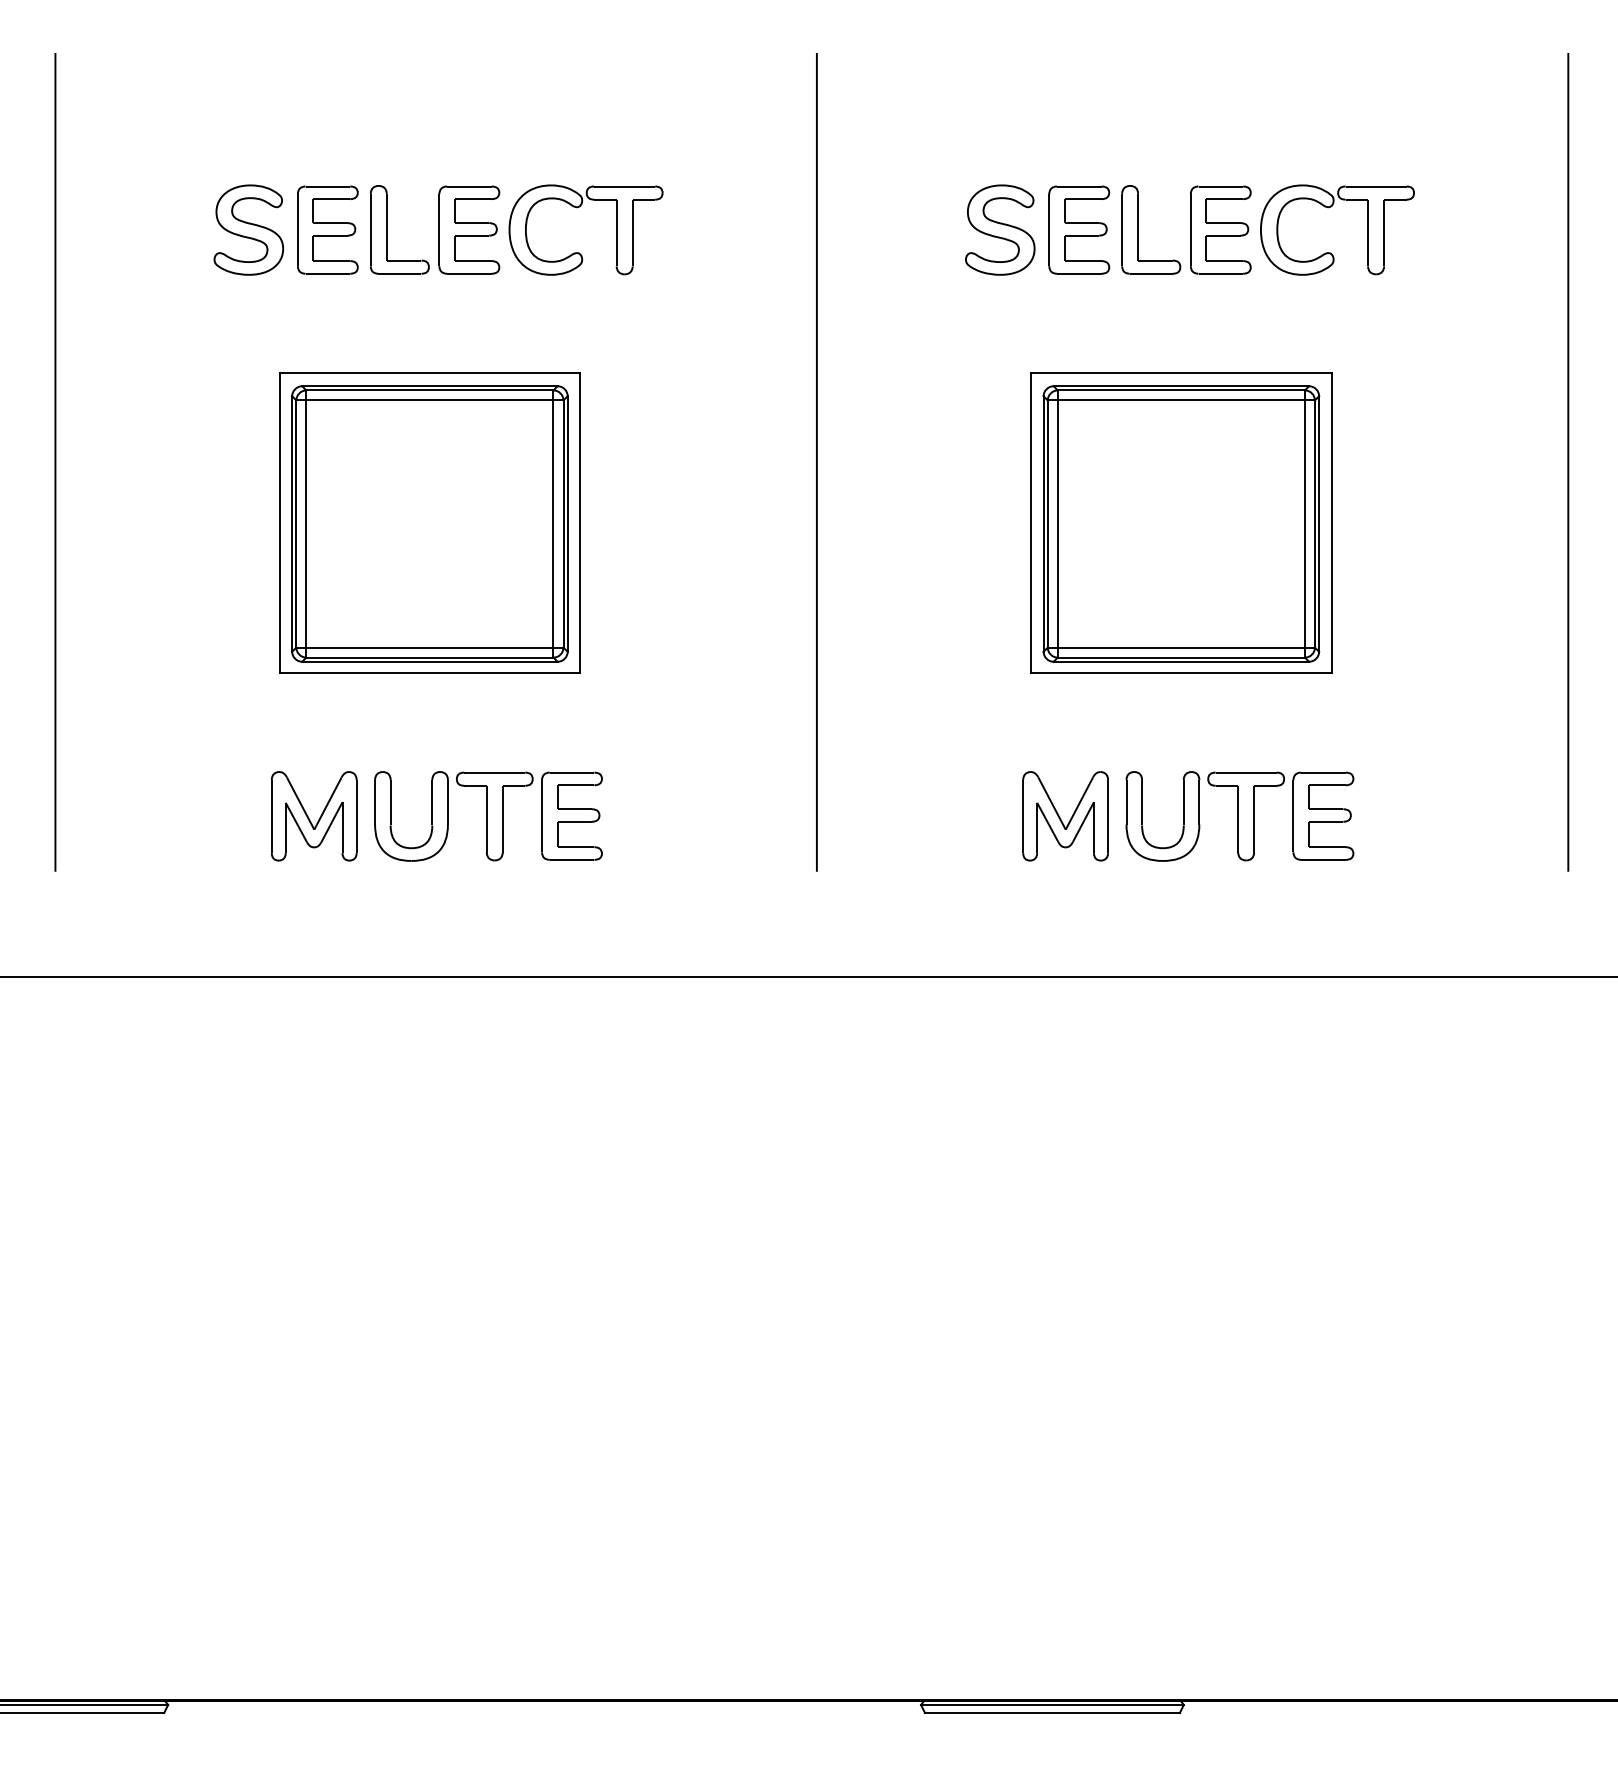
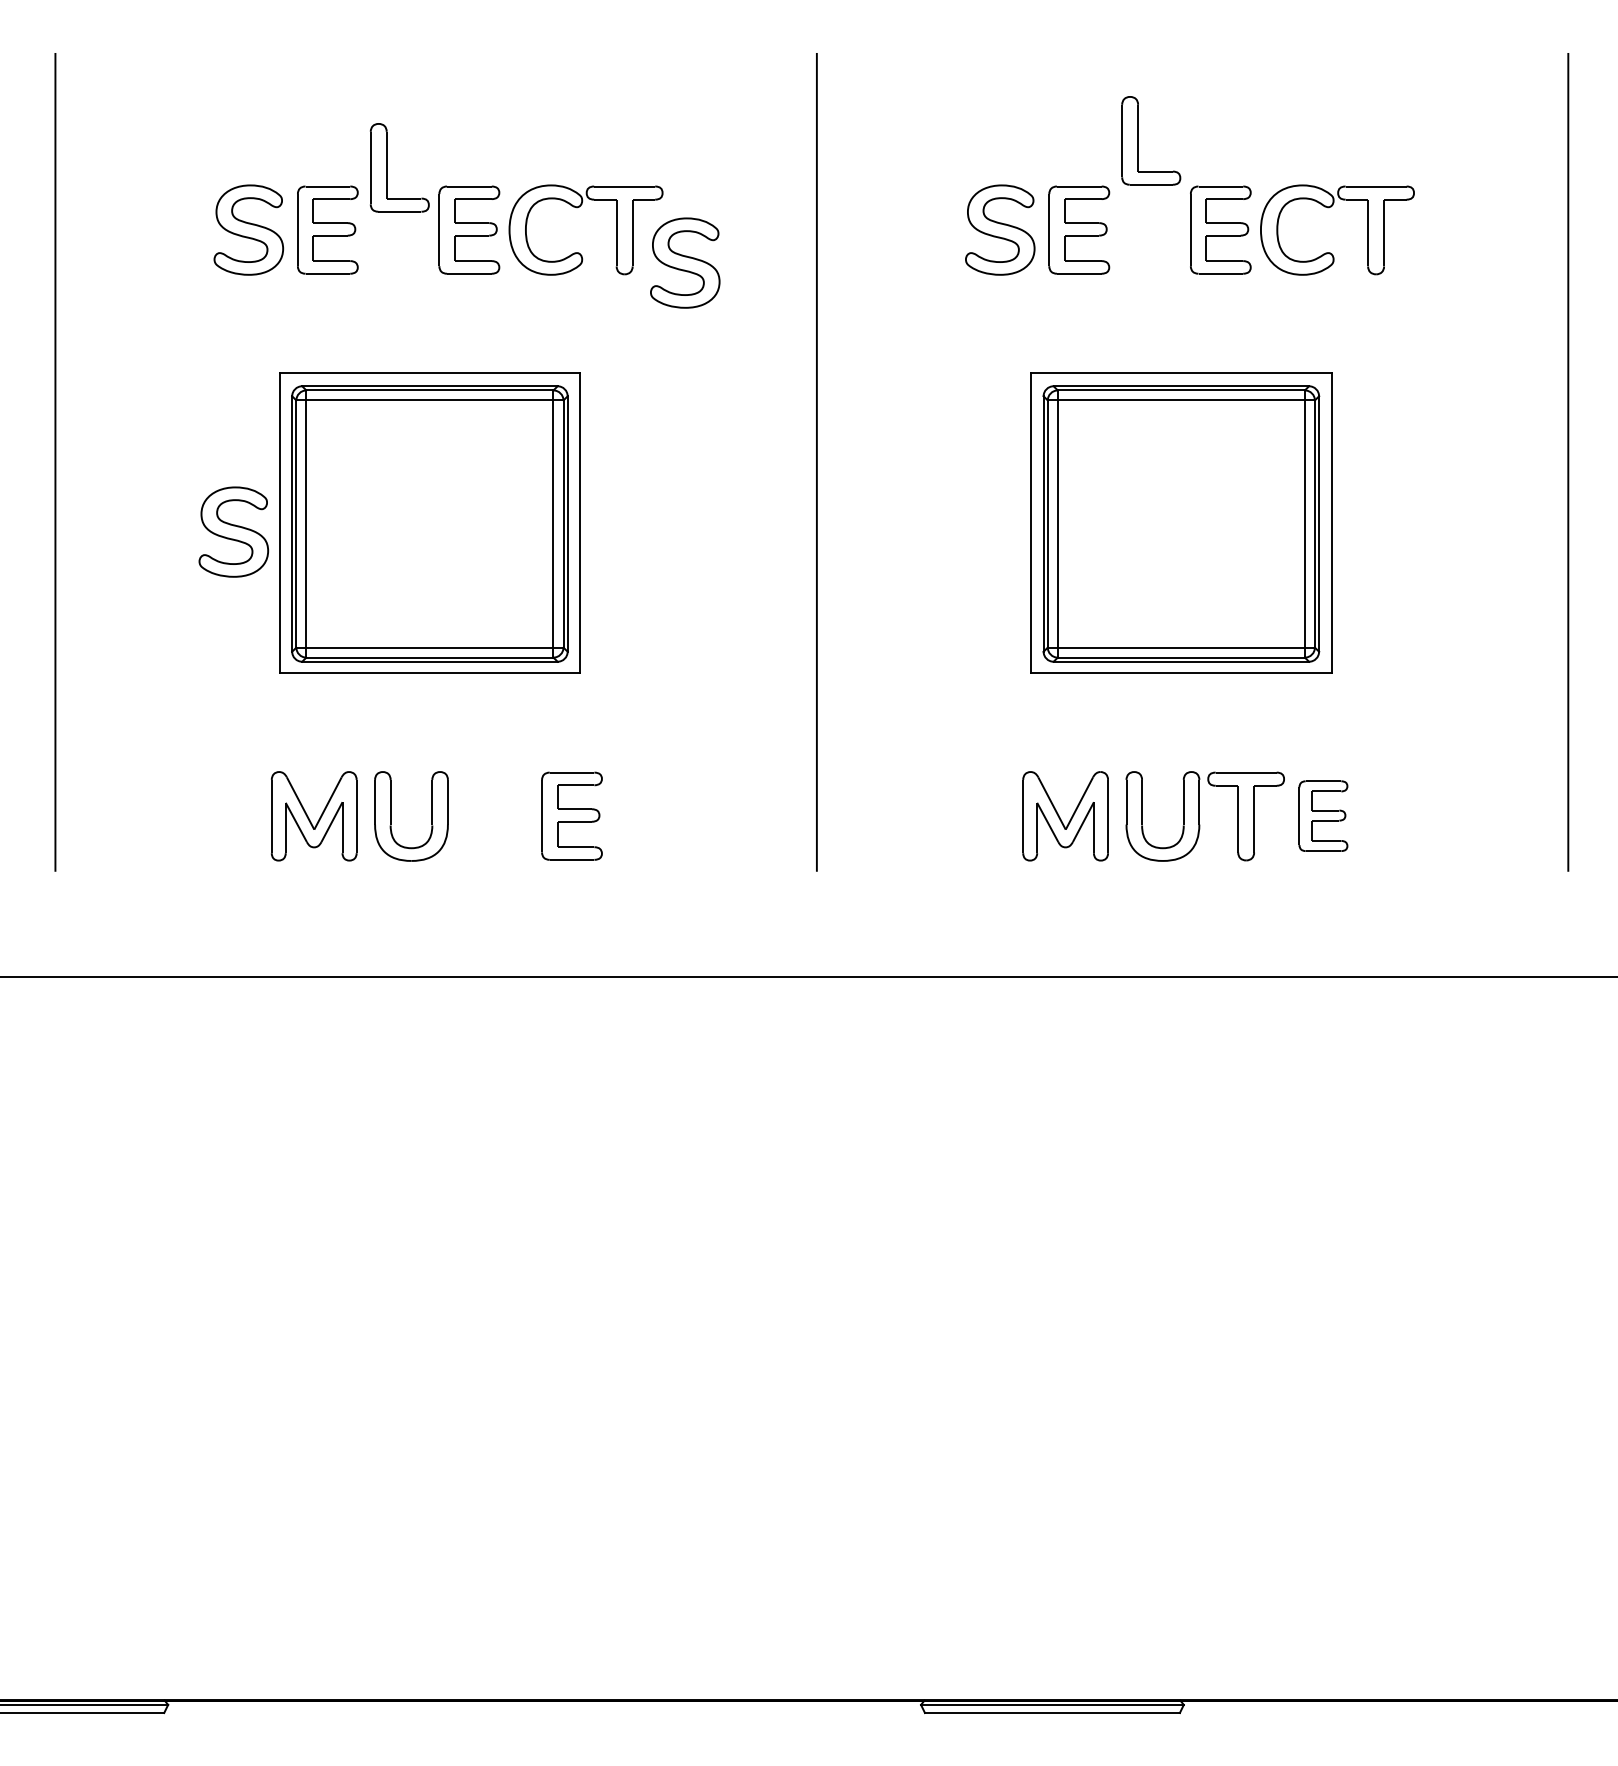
part at (387, 229) position: (387, 229) -> (387, 167)
part at (1138, 229) position: (1138, 229) -> (1138, 140)
part at (685, 262): none -> present
part at (233, 531): none -> present
part at (1323, 815) size: 63x90 px -> 51x72 px
part at (494, 816): present -> none
